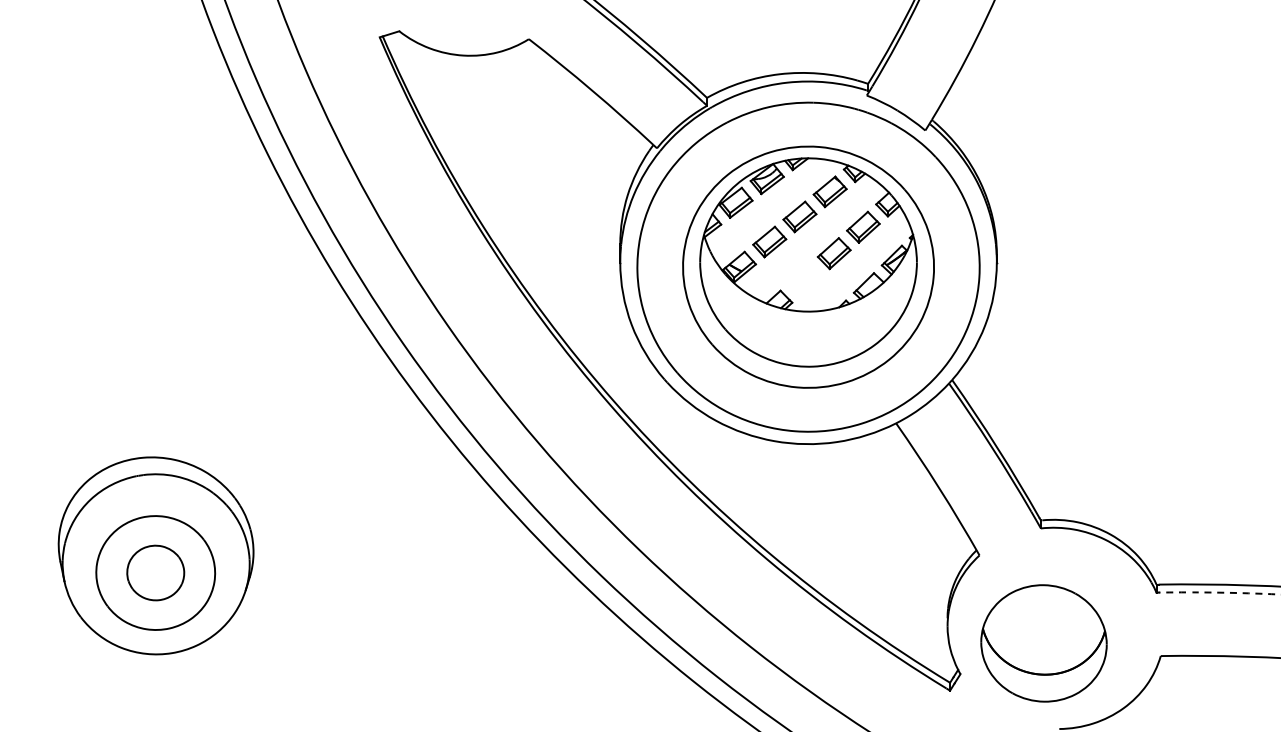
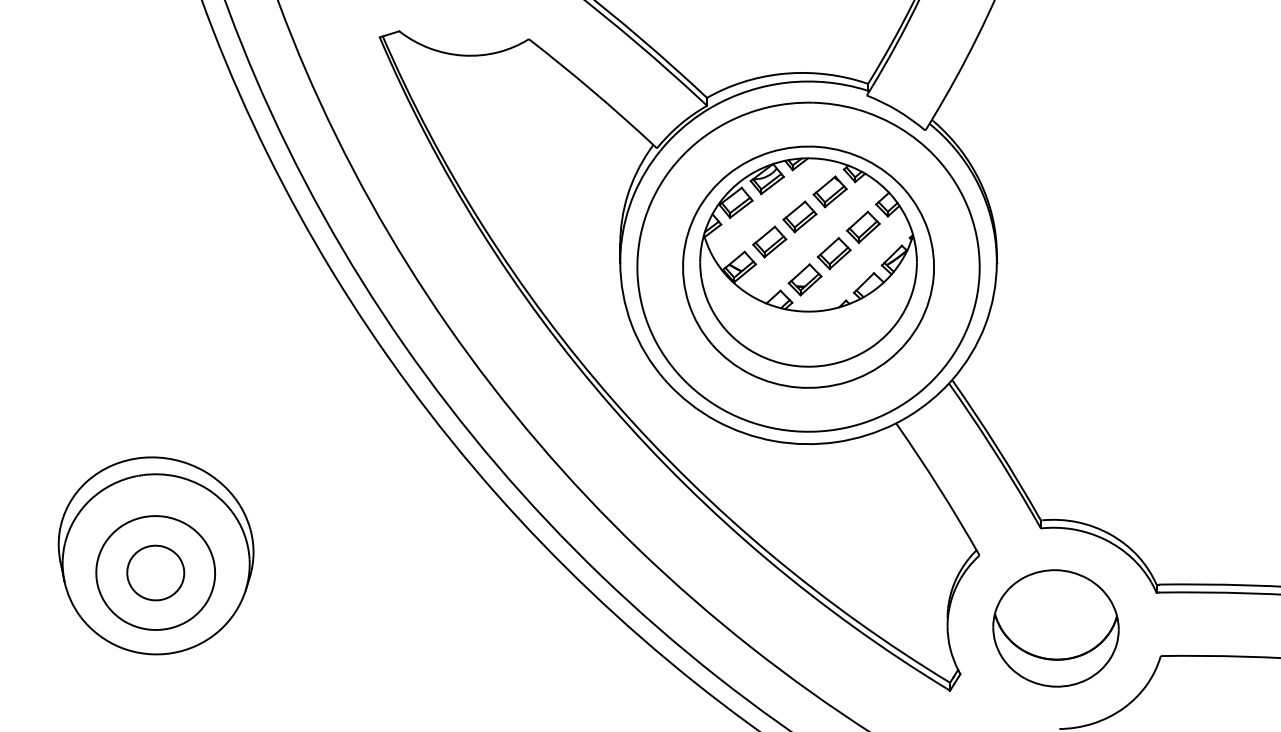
part at (804, 279): none -> present
arc at (1219, 592): dashed -> solid
part at (1043, 643) position: (1043, 643) -> (1055, 628)
